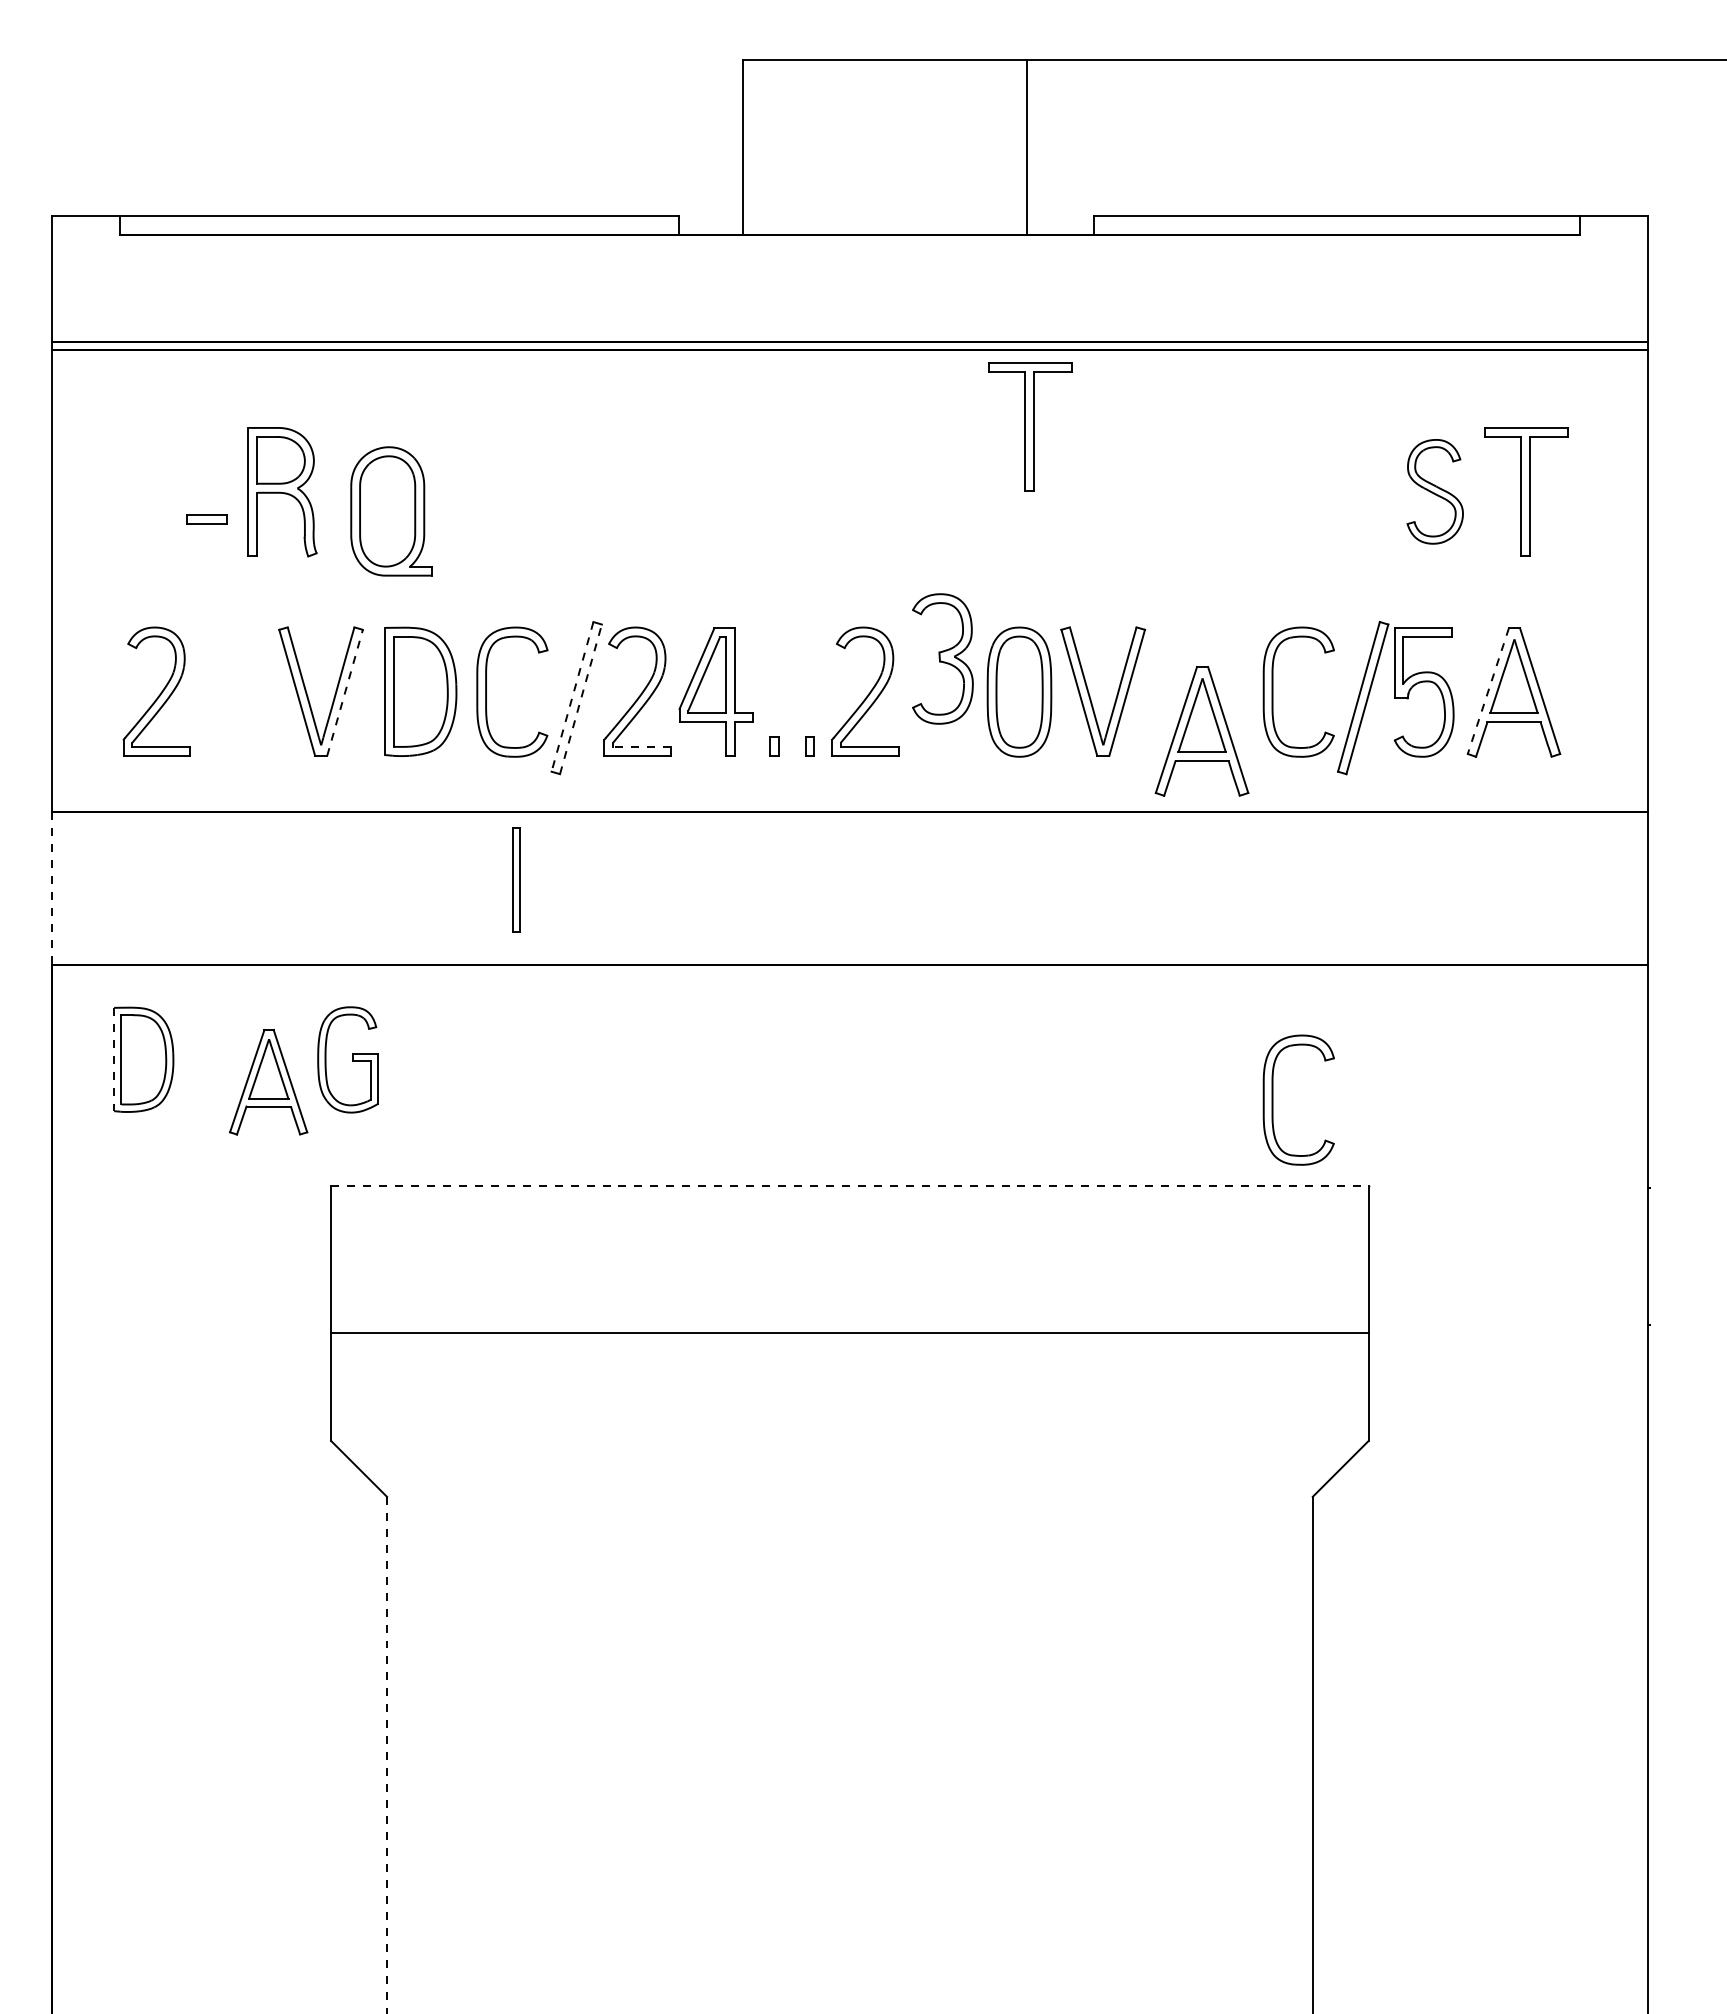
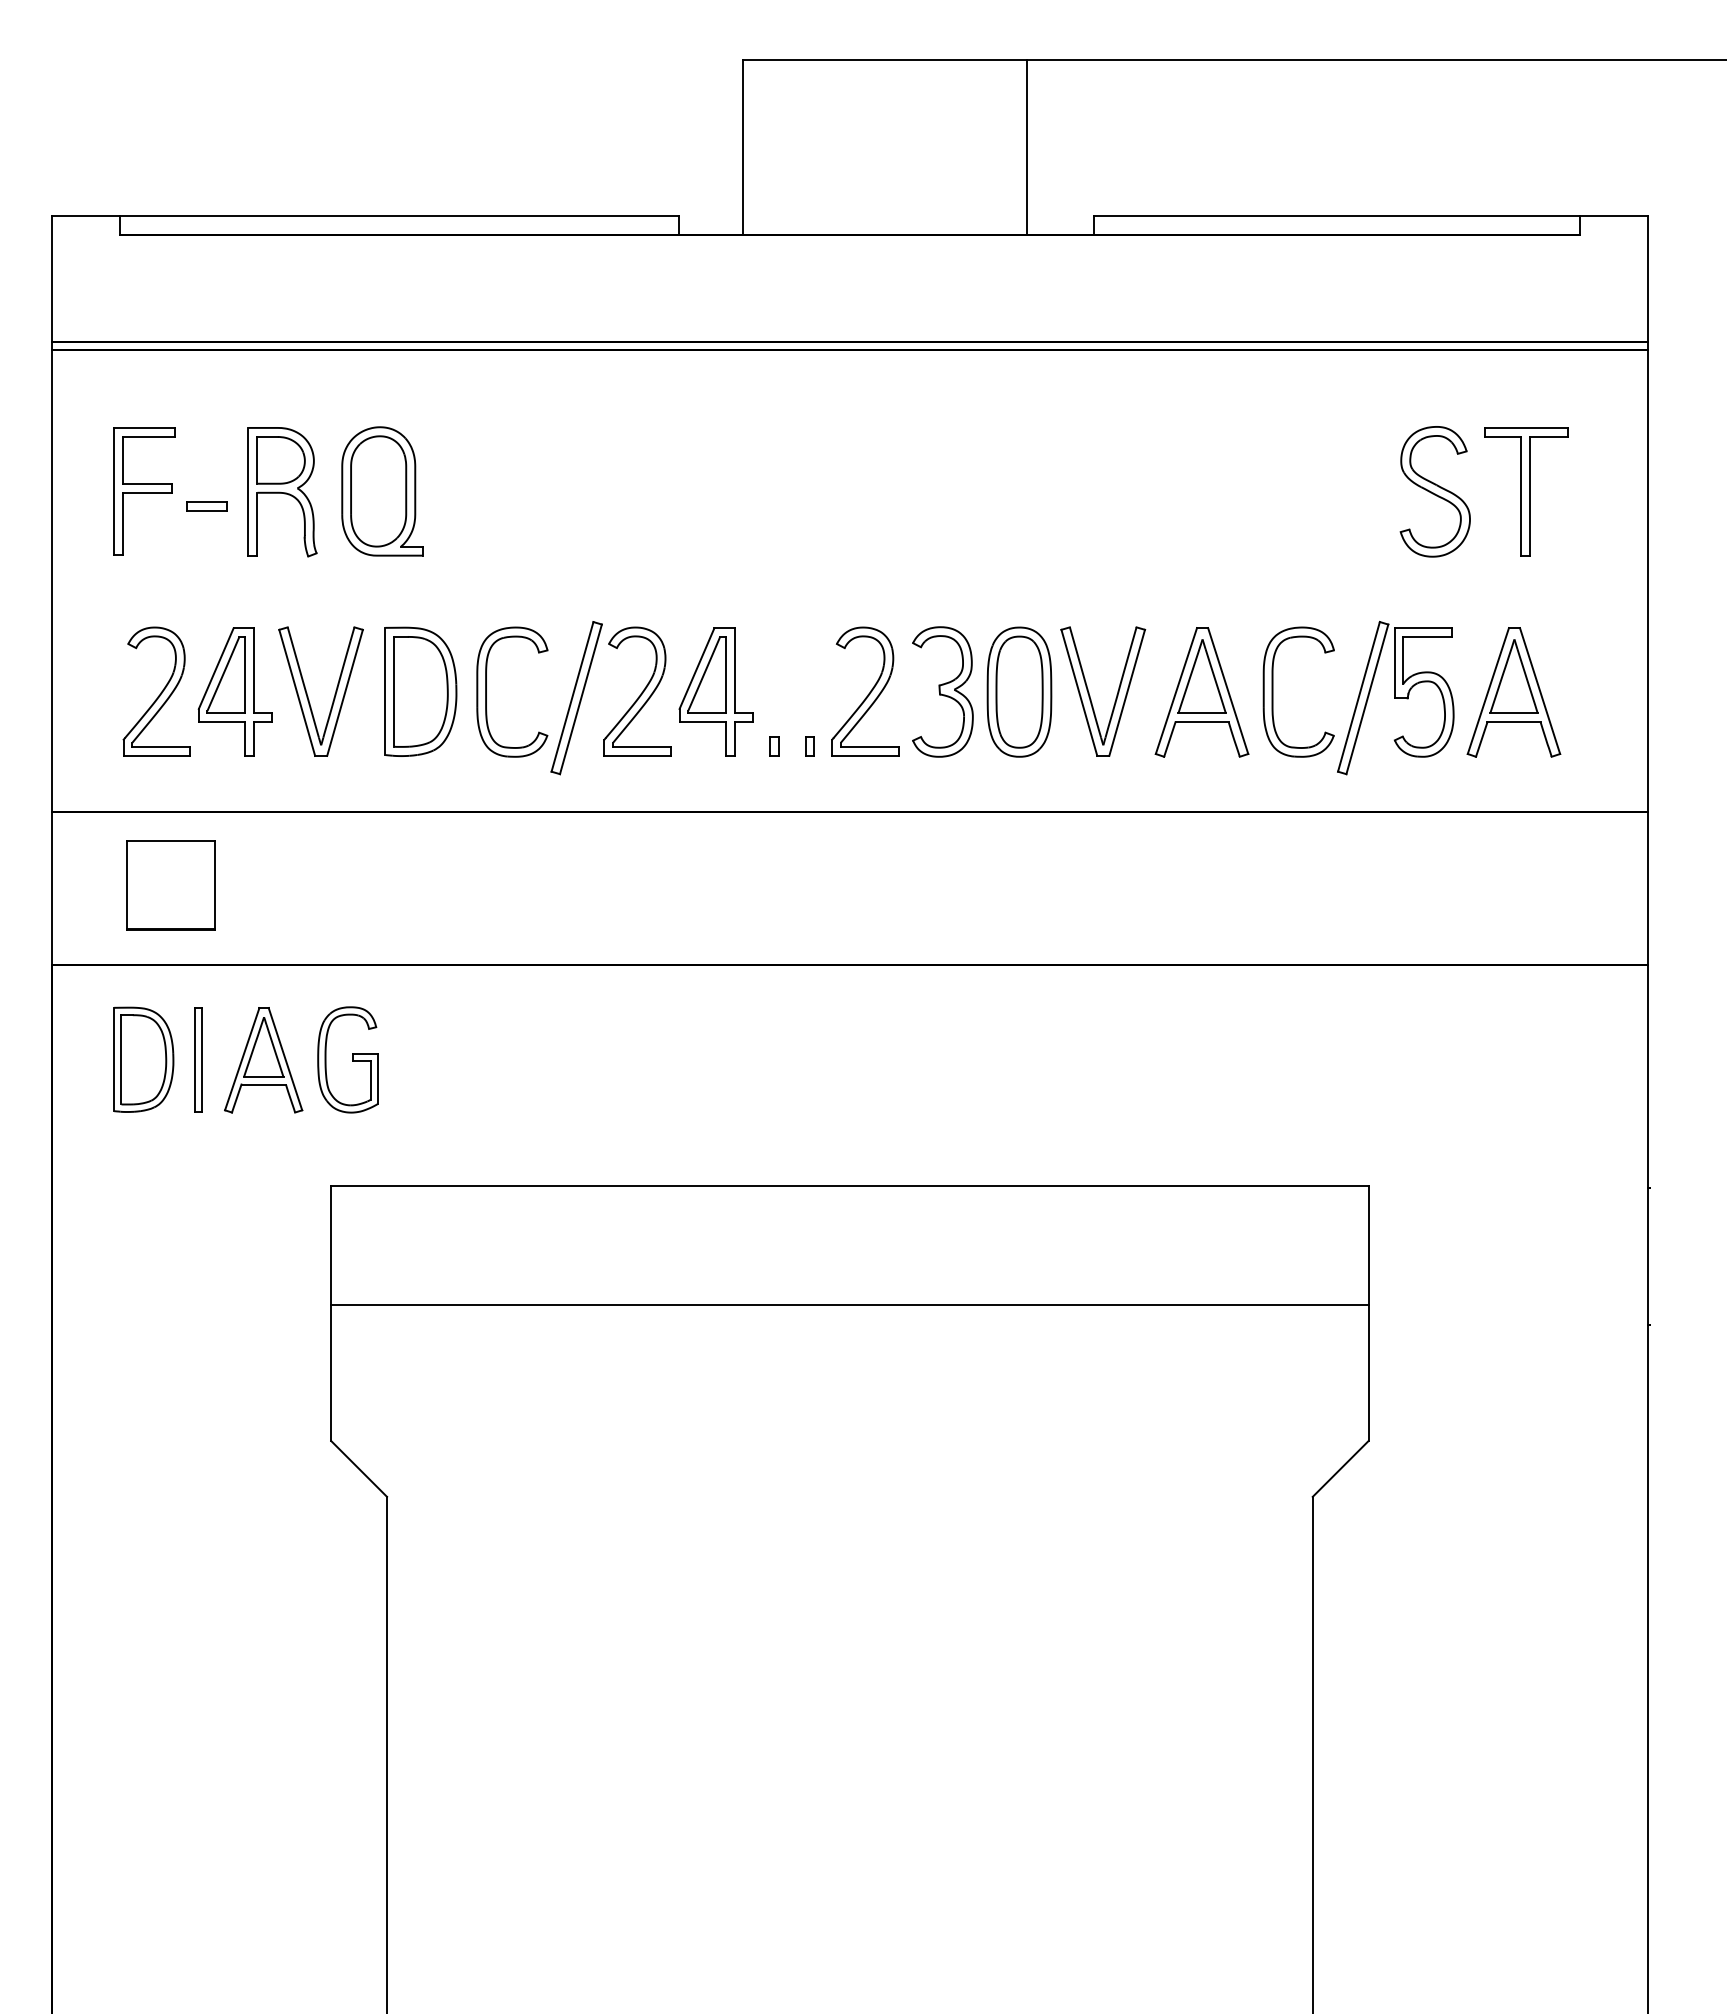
part at (1030, 426): present -> none
part at (144, 491): none -> present
part at (1434, 491) size: 58x106 px -> 72x132 px
part at (391, 511) position: (391, 511) -> (382, 491)
part at (206, 519) position: (206, 519) -> (206, 506)
part at (942, 658) position: (942, 658) -> (942, 691)
part at (234, 691): none -> present
line at (1488, 691): dashed -> solid
line at (345, 692): dashed -> solid
line at (572, 696): dashed -> solid
line at (580, 699): dashed -> solid
part at (1201, 731) position: (1201, 731) -> (1201, 692)
line at (641, 747): dashed -> solid
part at (516, 879) position: (516, 879) -> (198, 1059)
part at (170, 885): none -> present
line at (51, 889): dashed -> solid
line at (114, 1059): dashed -> solid
part at (268, 1082) position: (268, 1082) -> (263, 1060)
part at (1273, 1099): present -> none
line at (849, 1185): dashed -> solid
line at (849, 1333) position: (849, 1333) -> (849, 1305)
line at (387, 1754): dashed -> solid
